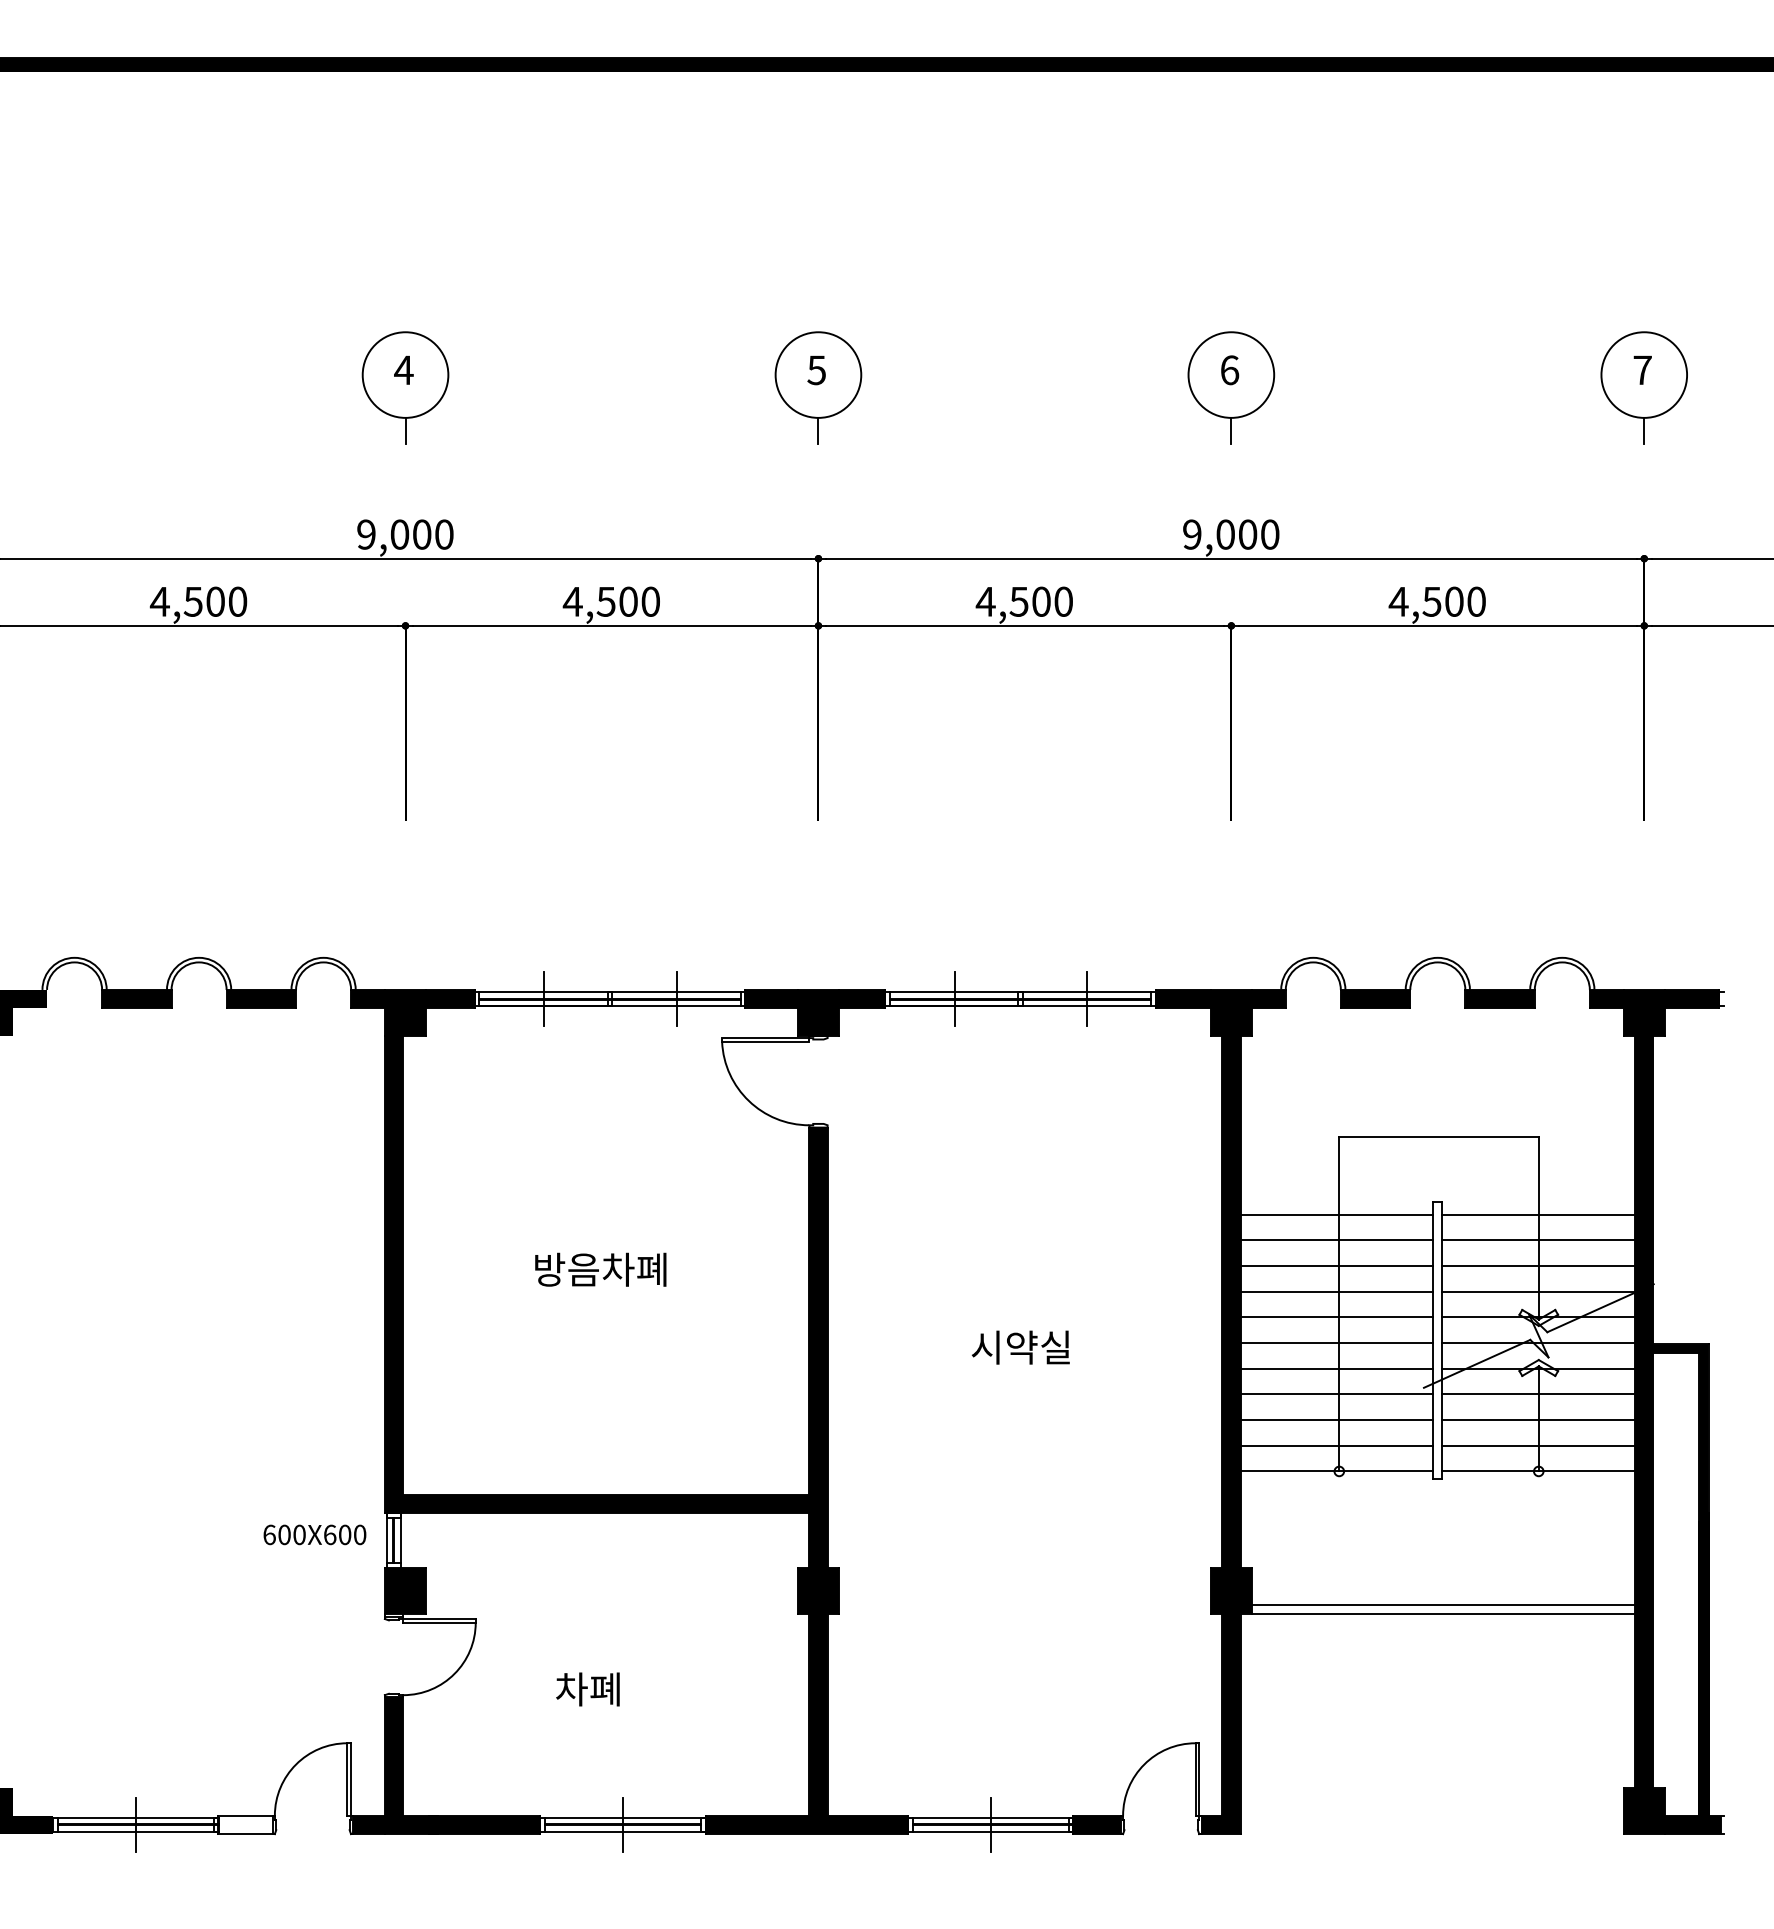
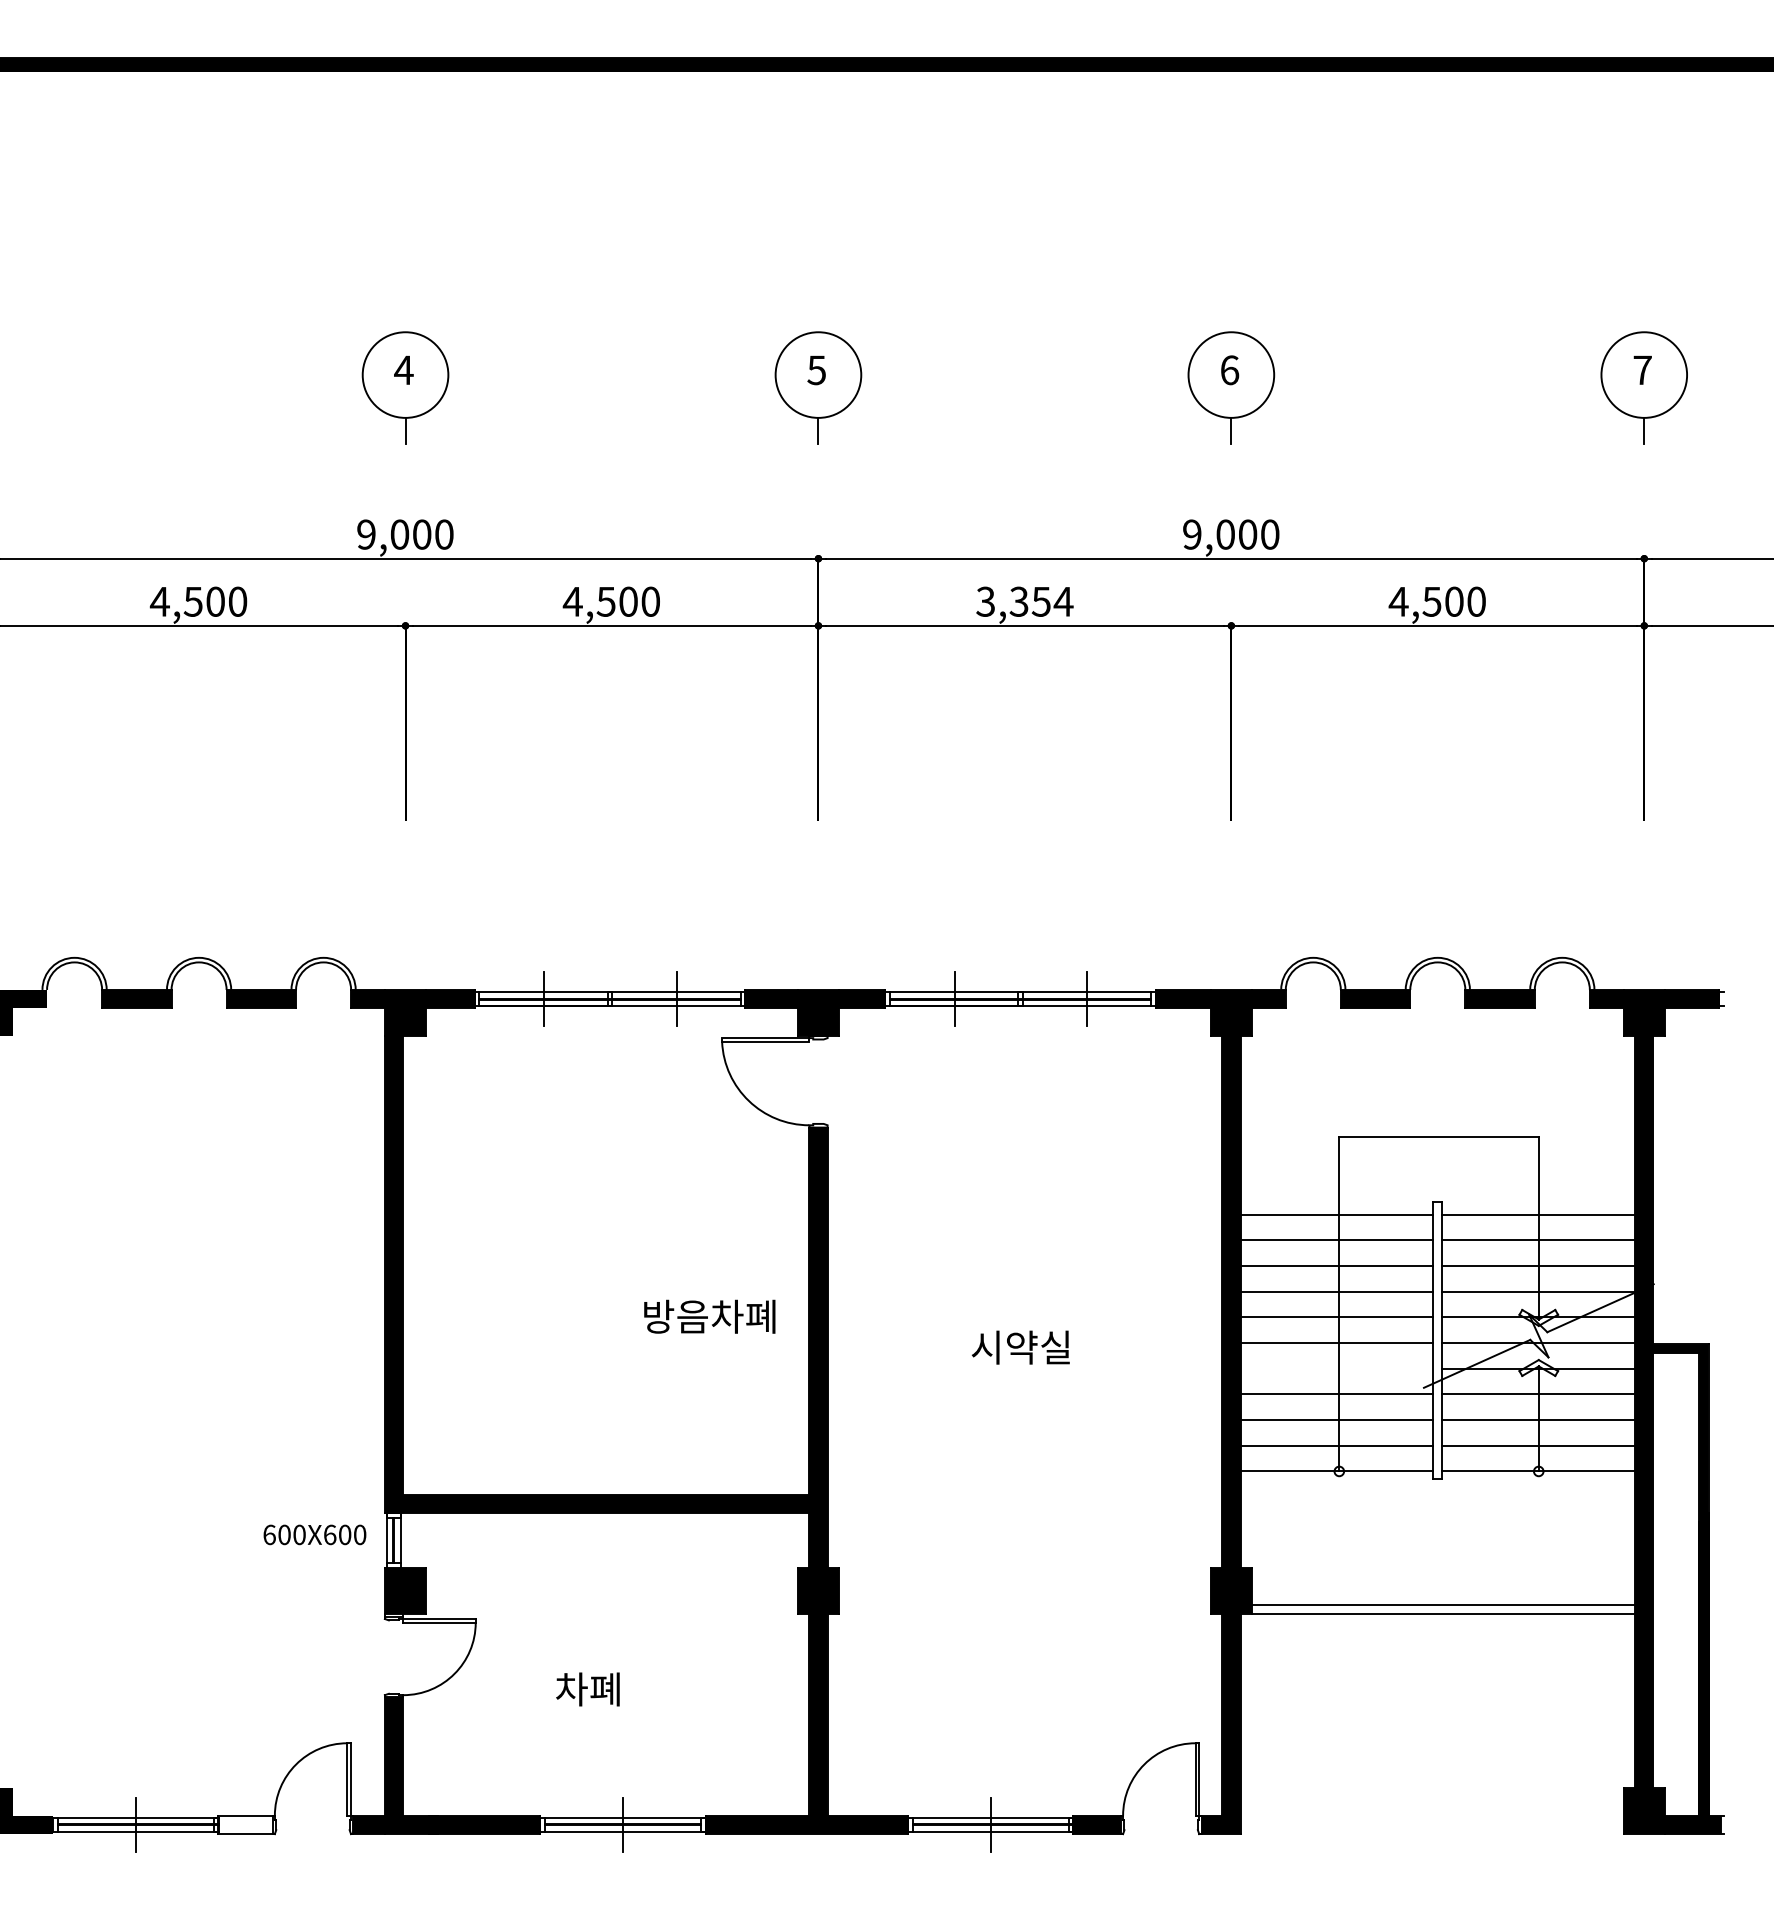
text at (1024, 601): 4,500 -> 3,354
text at (600, 1269) position: (600, 1269) -> (709, 1316)
line at (1336, 1368): present -> none
